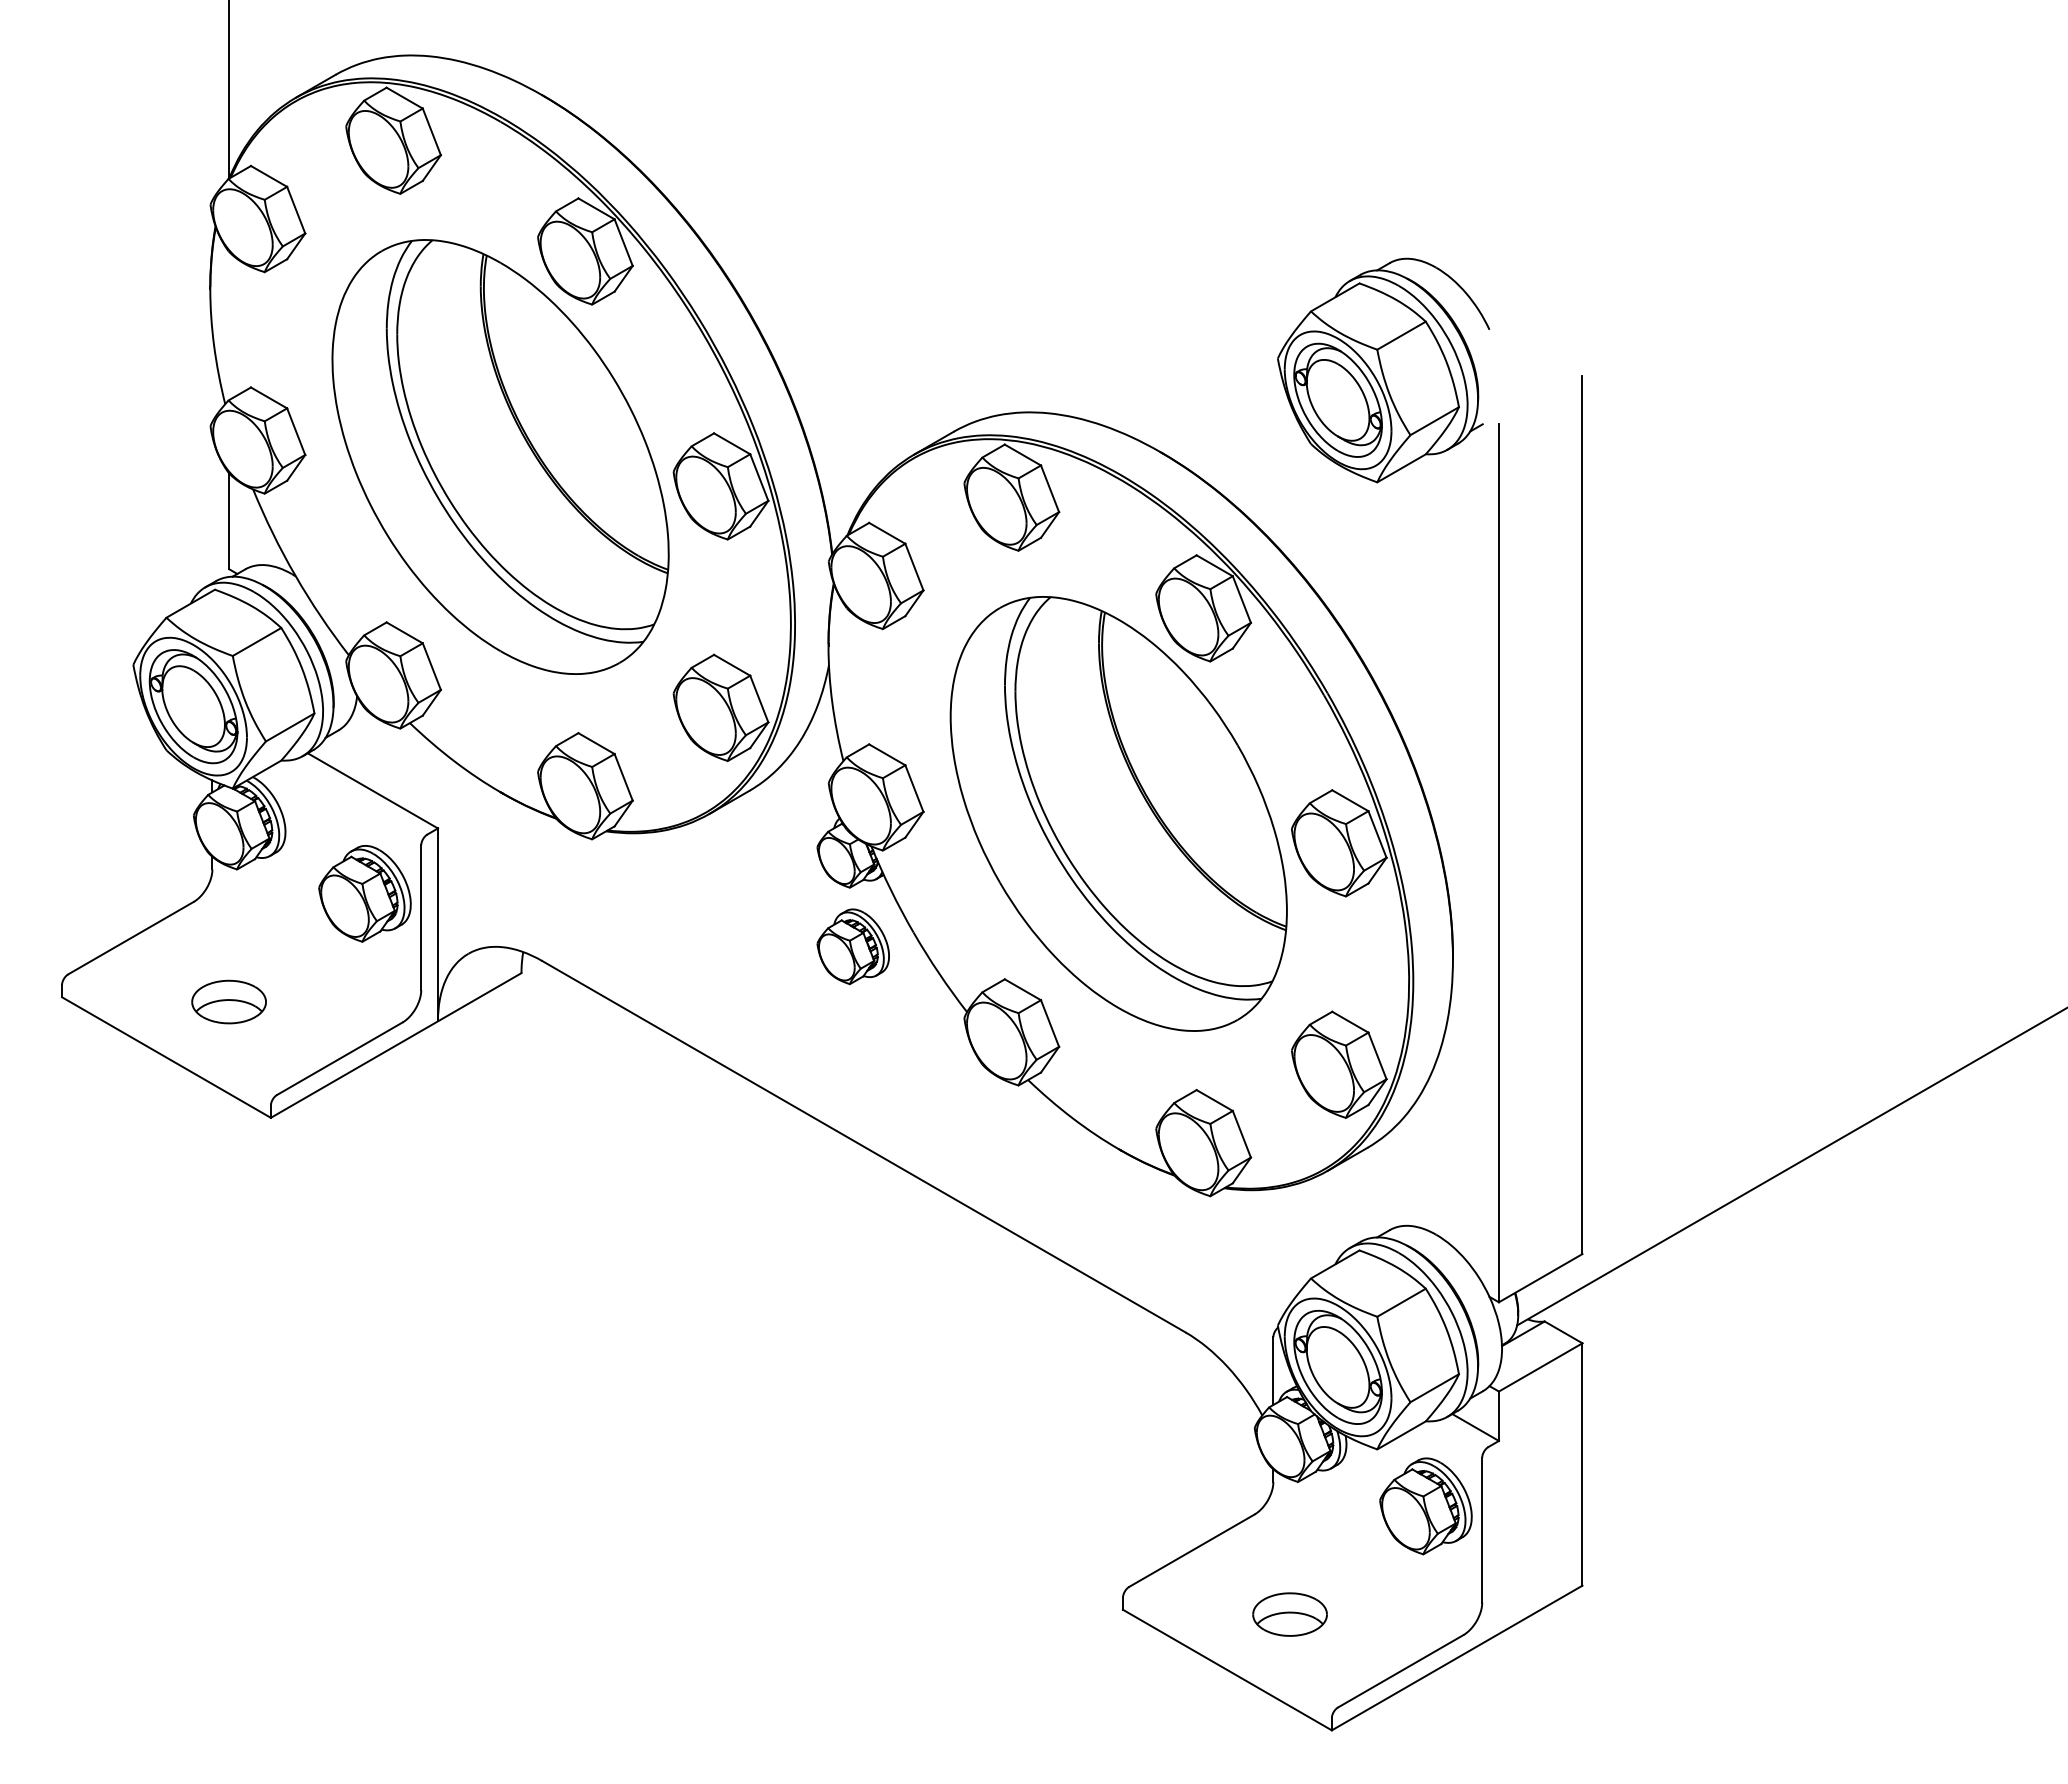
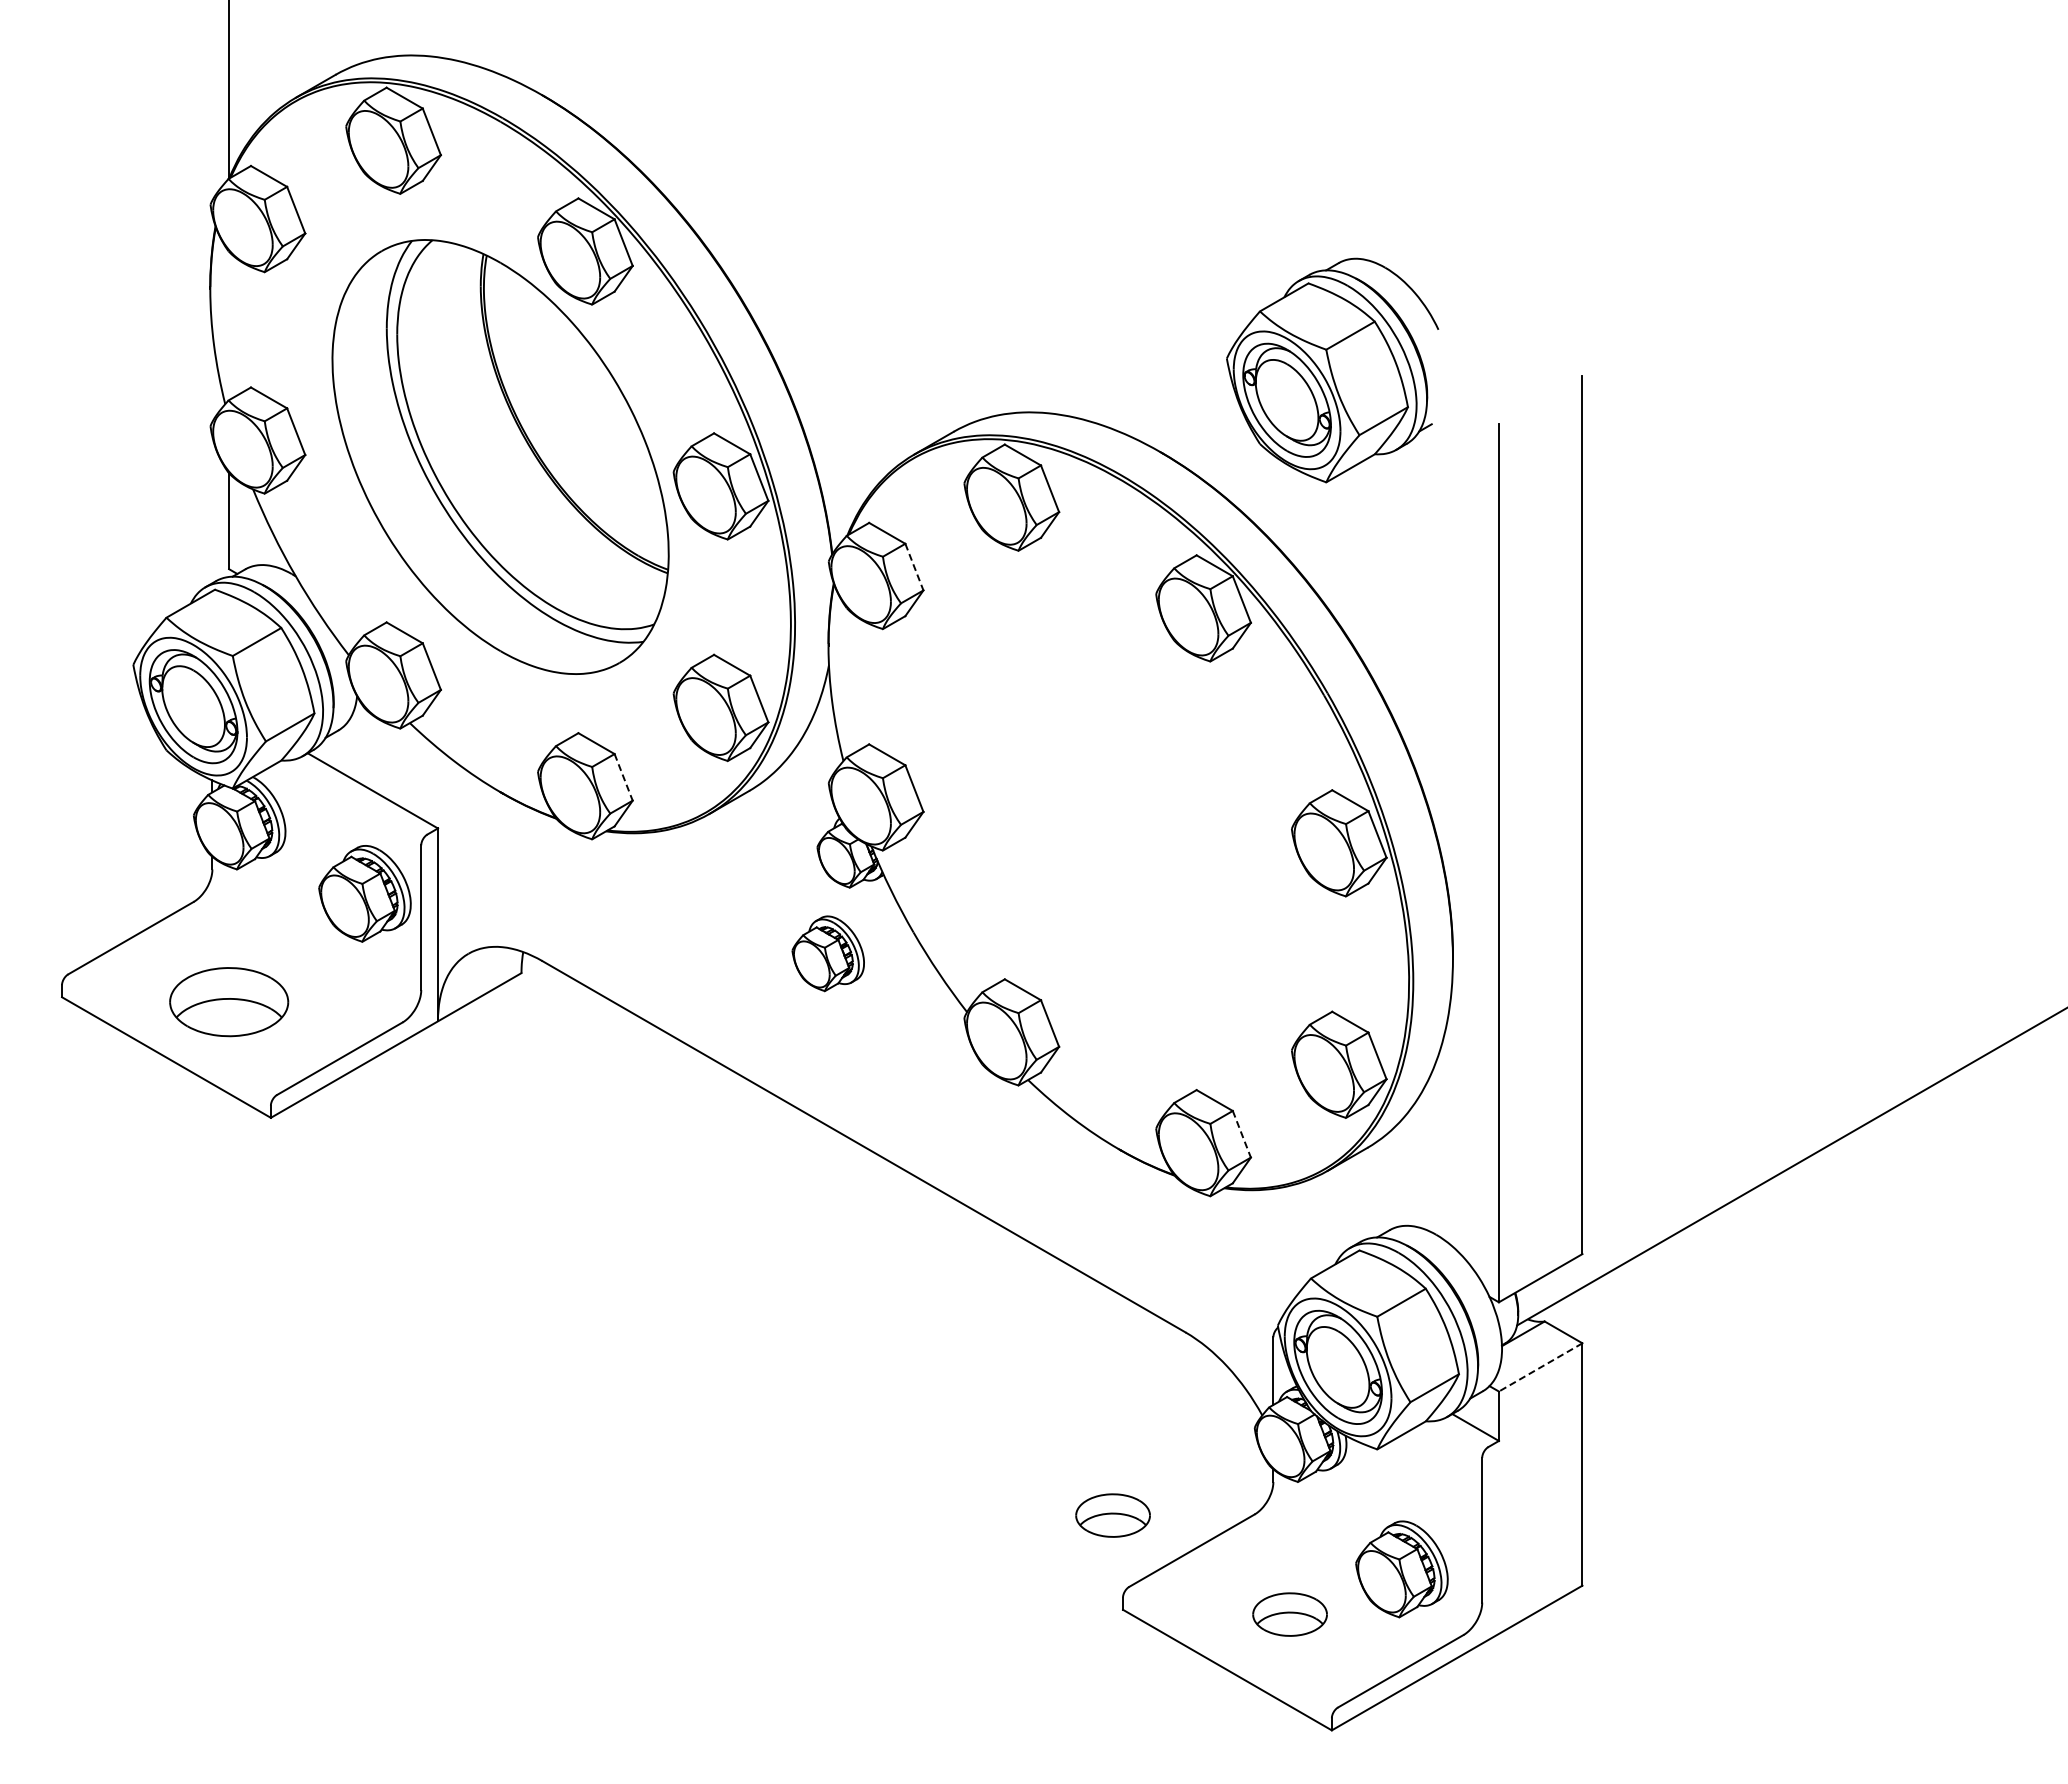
part at (1383, 370) position: (1383, 370) -> (1332, 370)
line at (914, 567): solid -> dashed
line at (623, 777): solid -> dashed
part at (1118, 813): present -> none
part at (852, 946) position: (852, 946) -> (827, 953)
part at (228, 1001) size: 76x46 px -> 121x71 px
line at (1242, 1134): solid -> dashed
line at (1540, 1367): solid -> dashed
part at (1425, 1506) position: (1425, 1506) -> (1401, 1569)
part at (1112, 1515): none -> present
